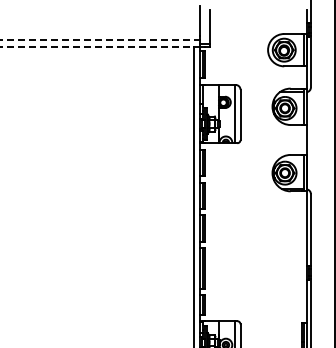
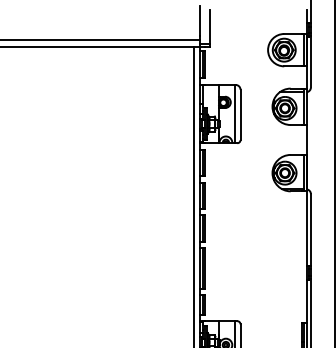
line at (100, 40): dashed -> solid
line at (97, 46): dashed -> solid
